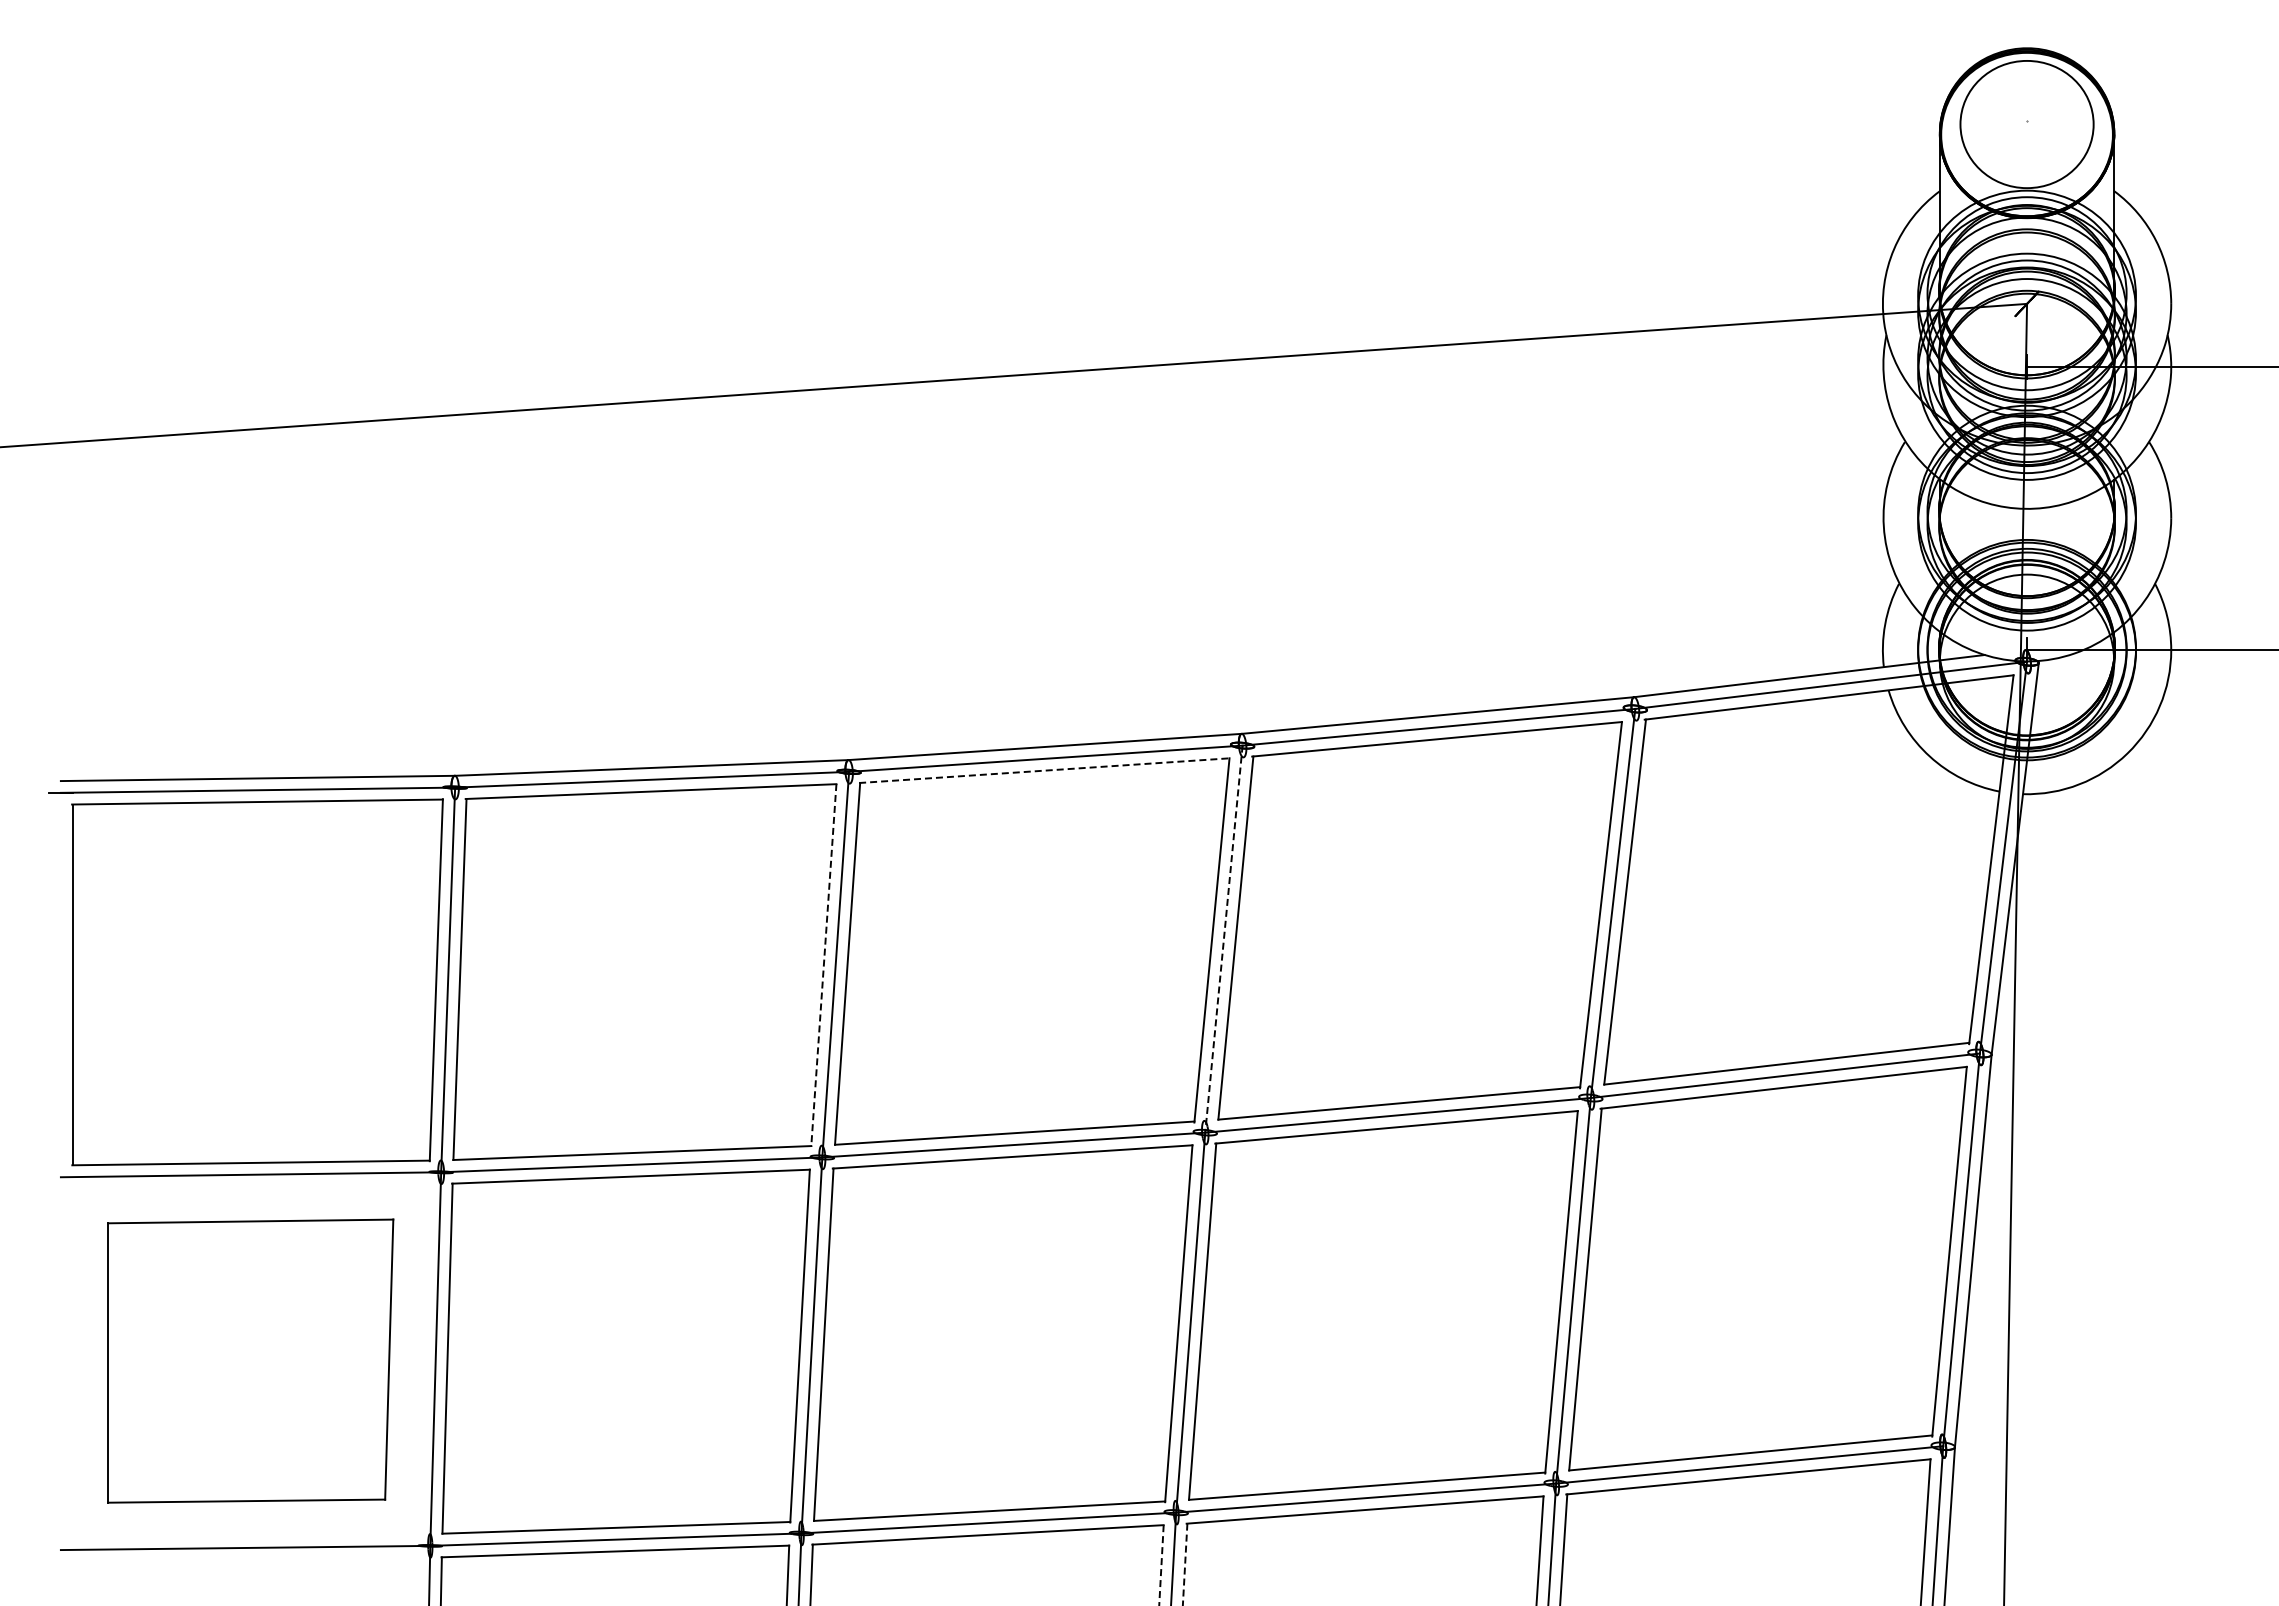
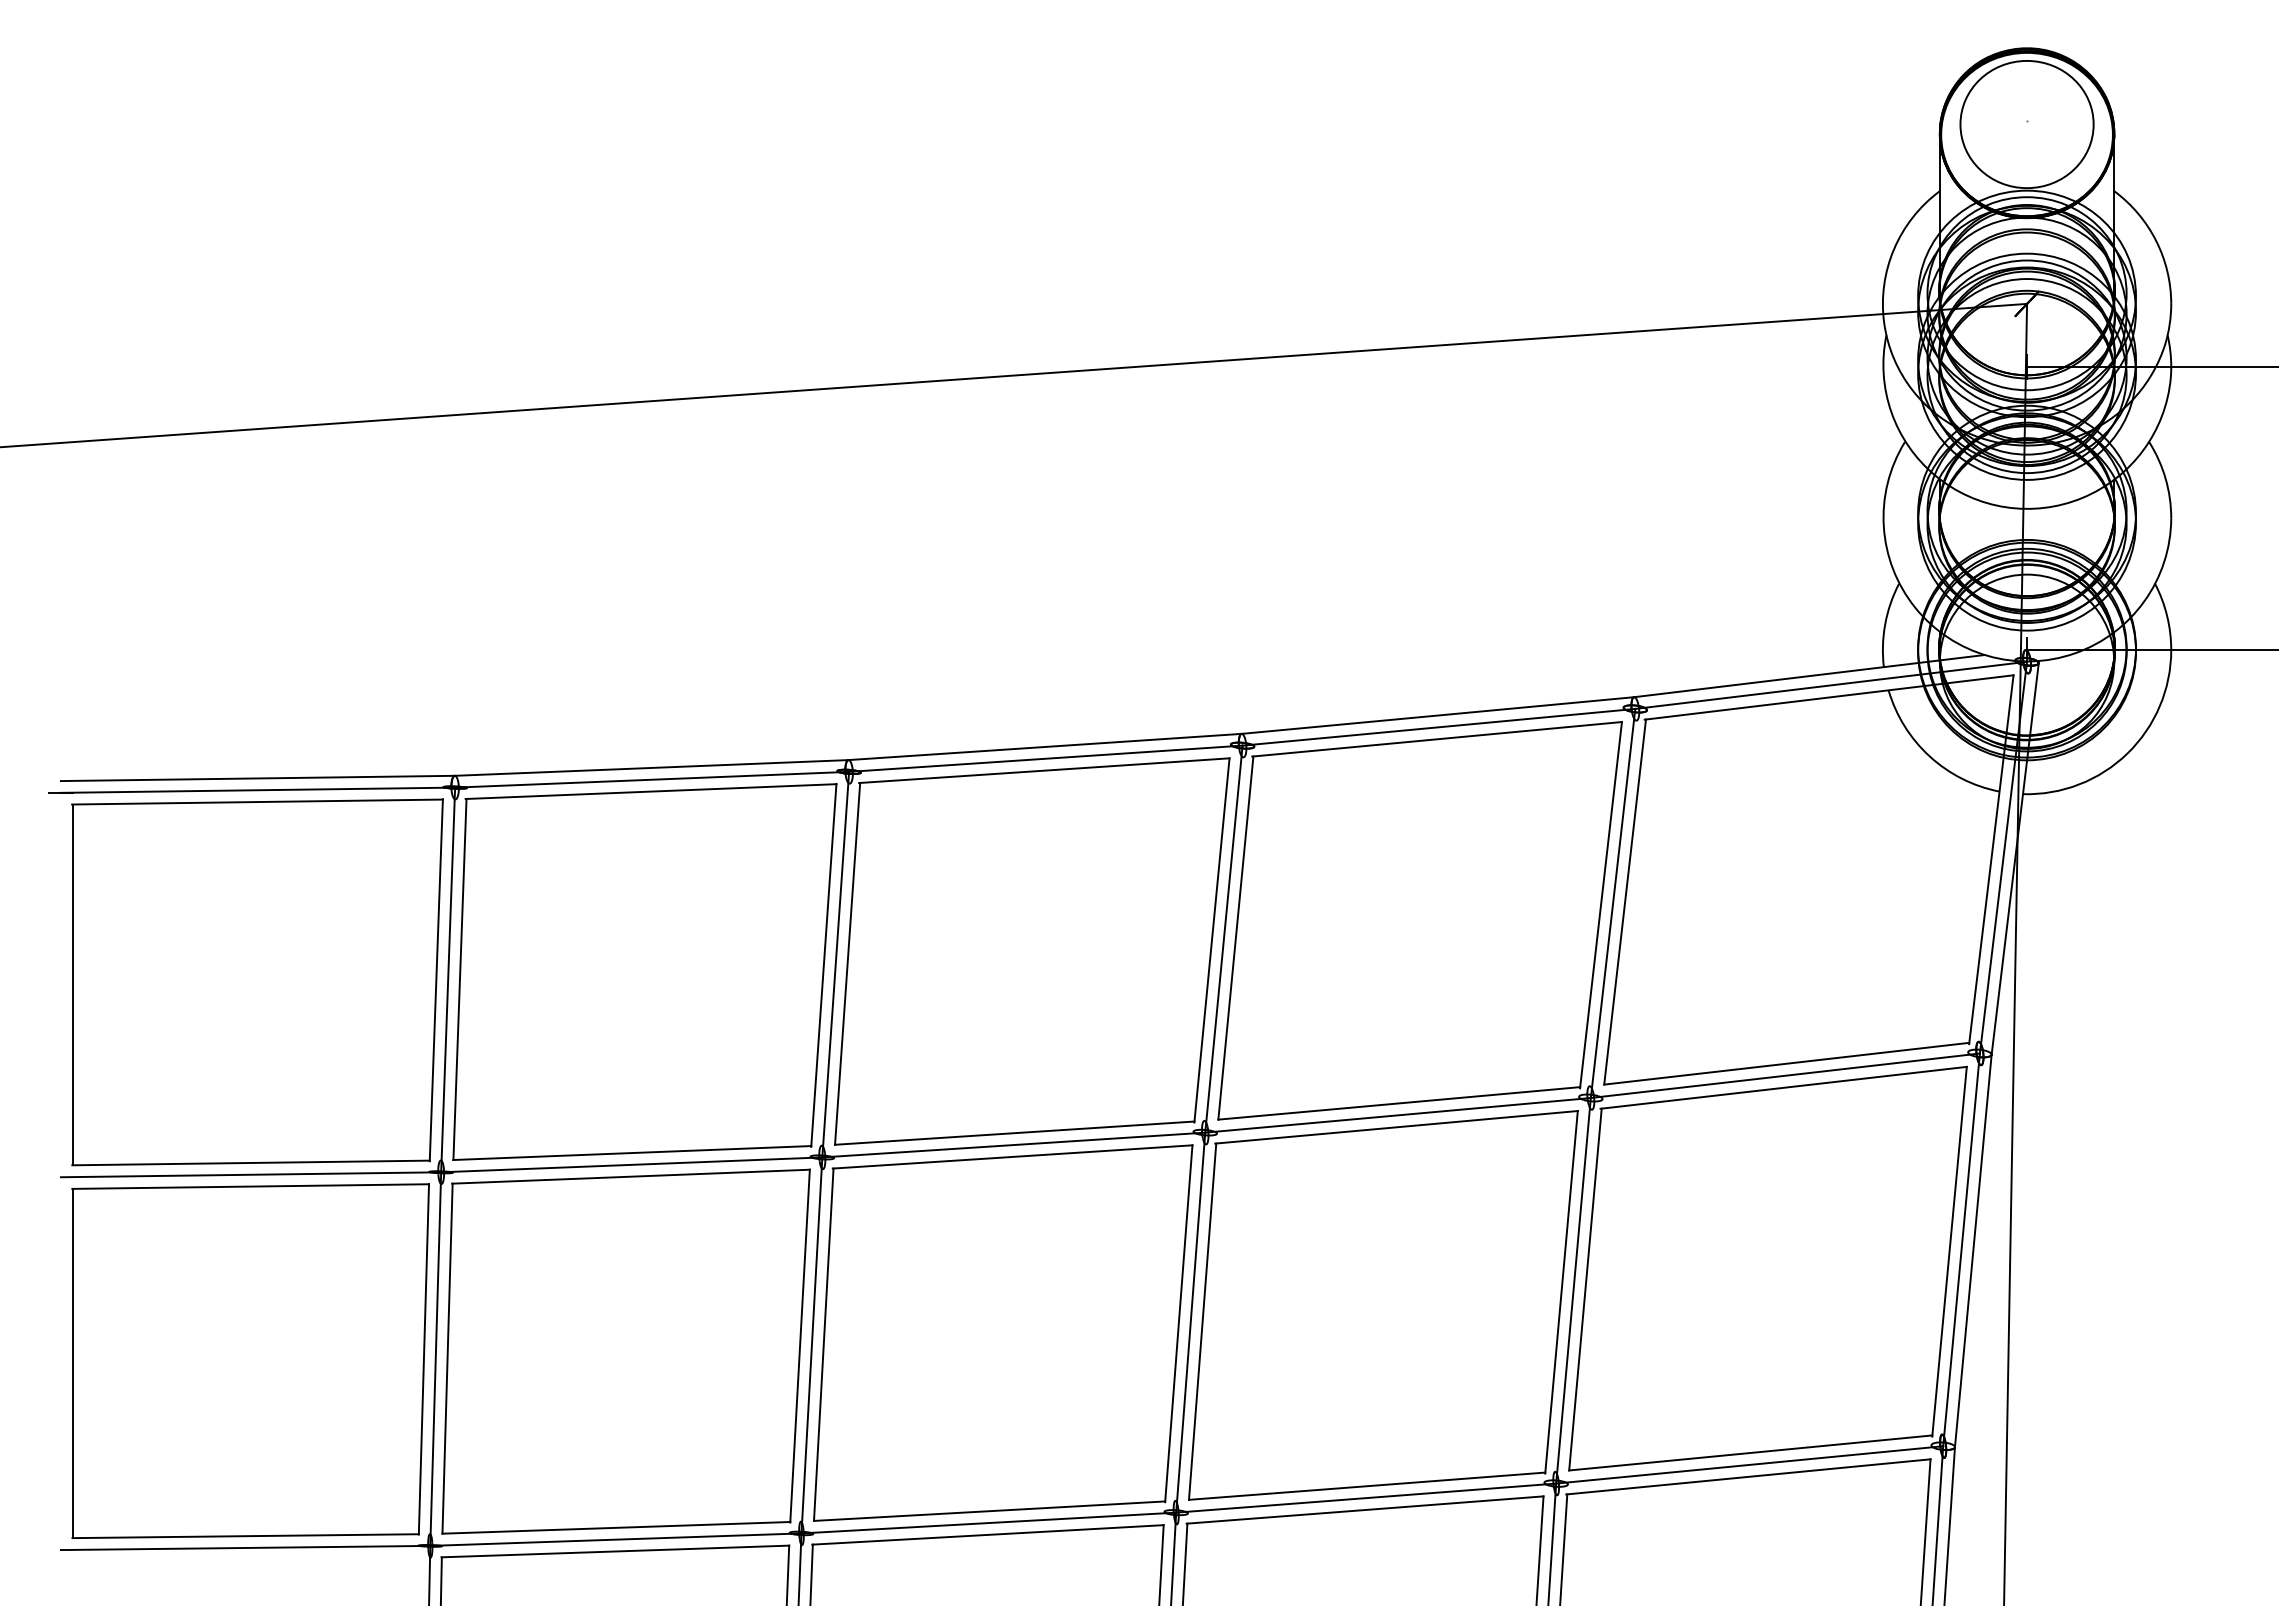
line at (1044, 770): dashed -> solid
line at (1223, 939): dashed -> solid
line at (823, 965): dashed -> solid
part at (250, 1360) size: 288x286 px -> 359x356 px
line at (1185, 1564): dashed -> solid
line at (1161, 1565): dashed -> solid
